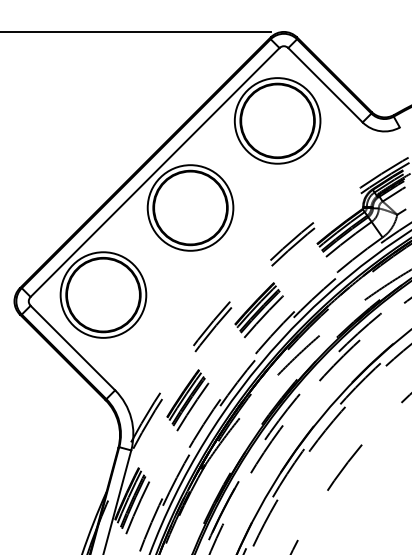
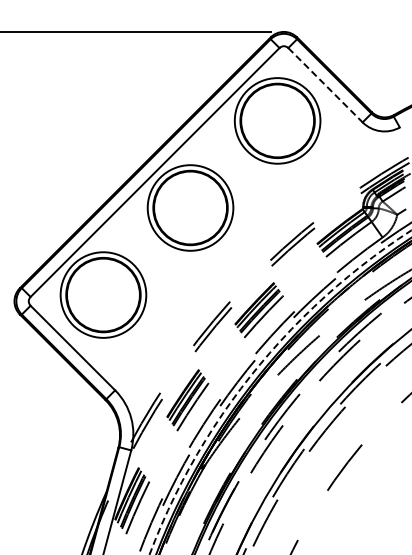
line at (325, 85): solid -> dashed
arc at (254, 371): solid -> dashed
